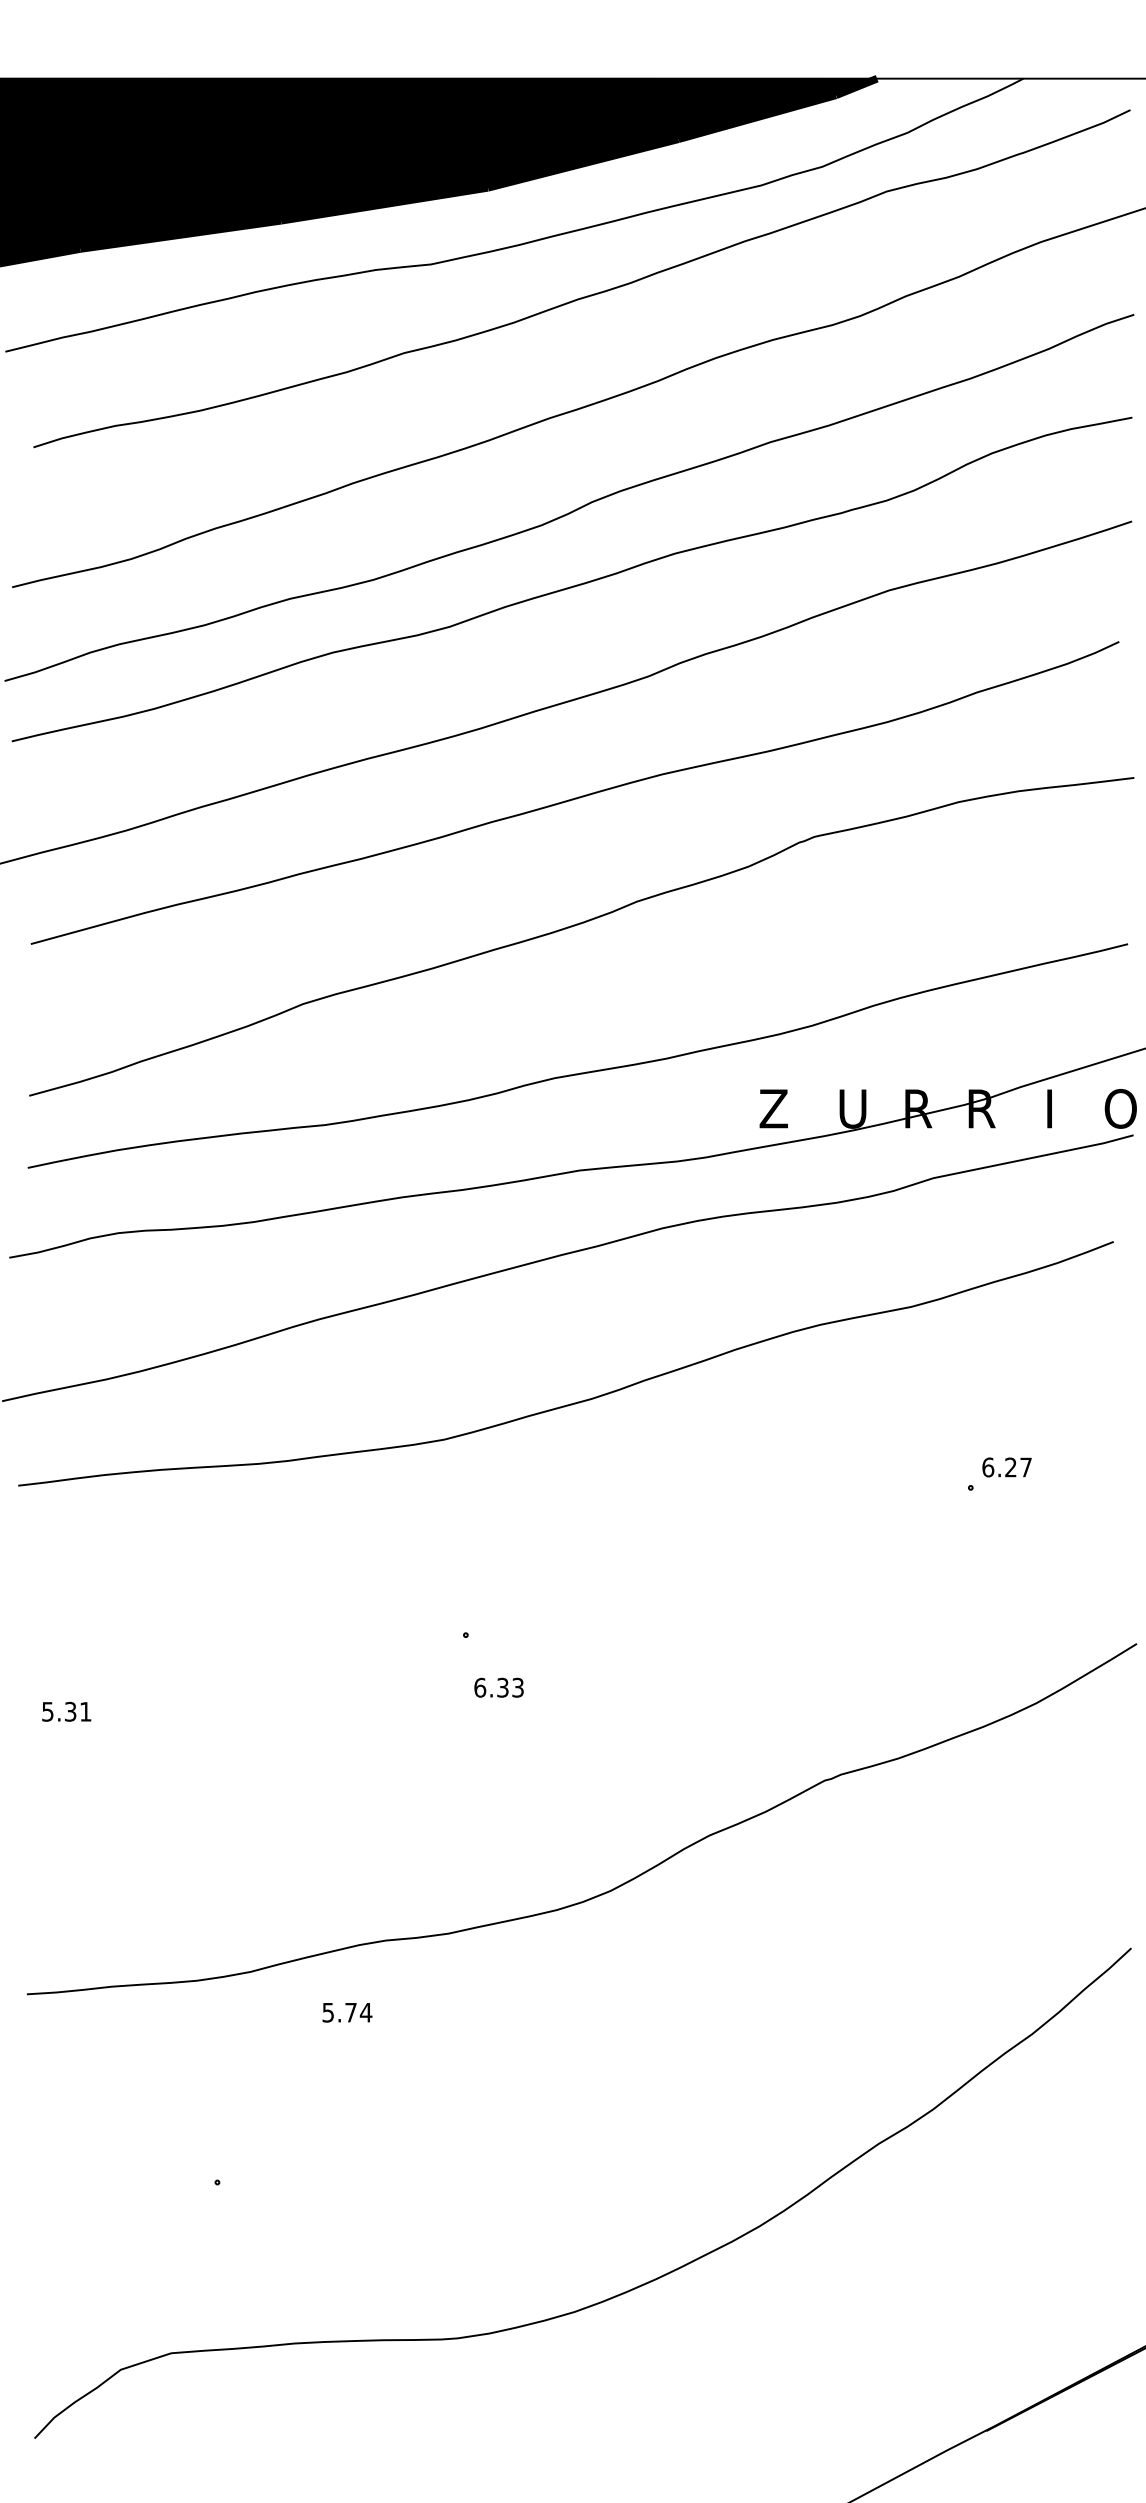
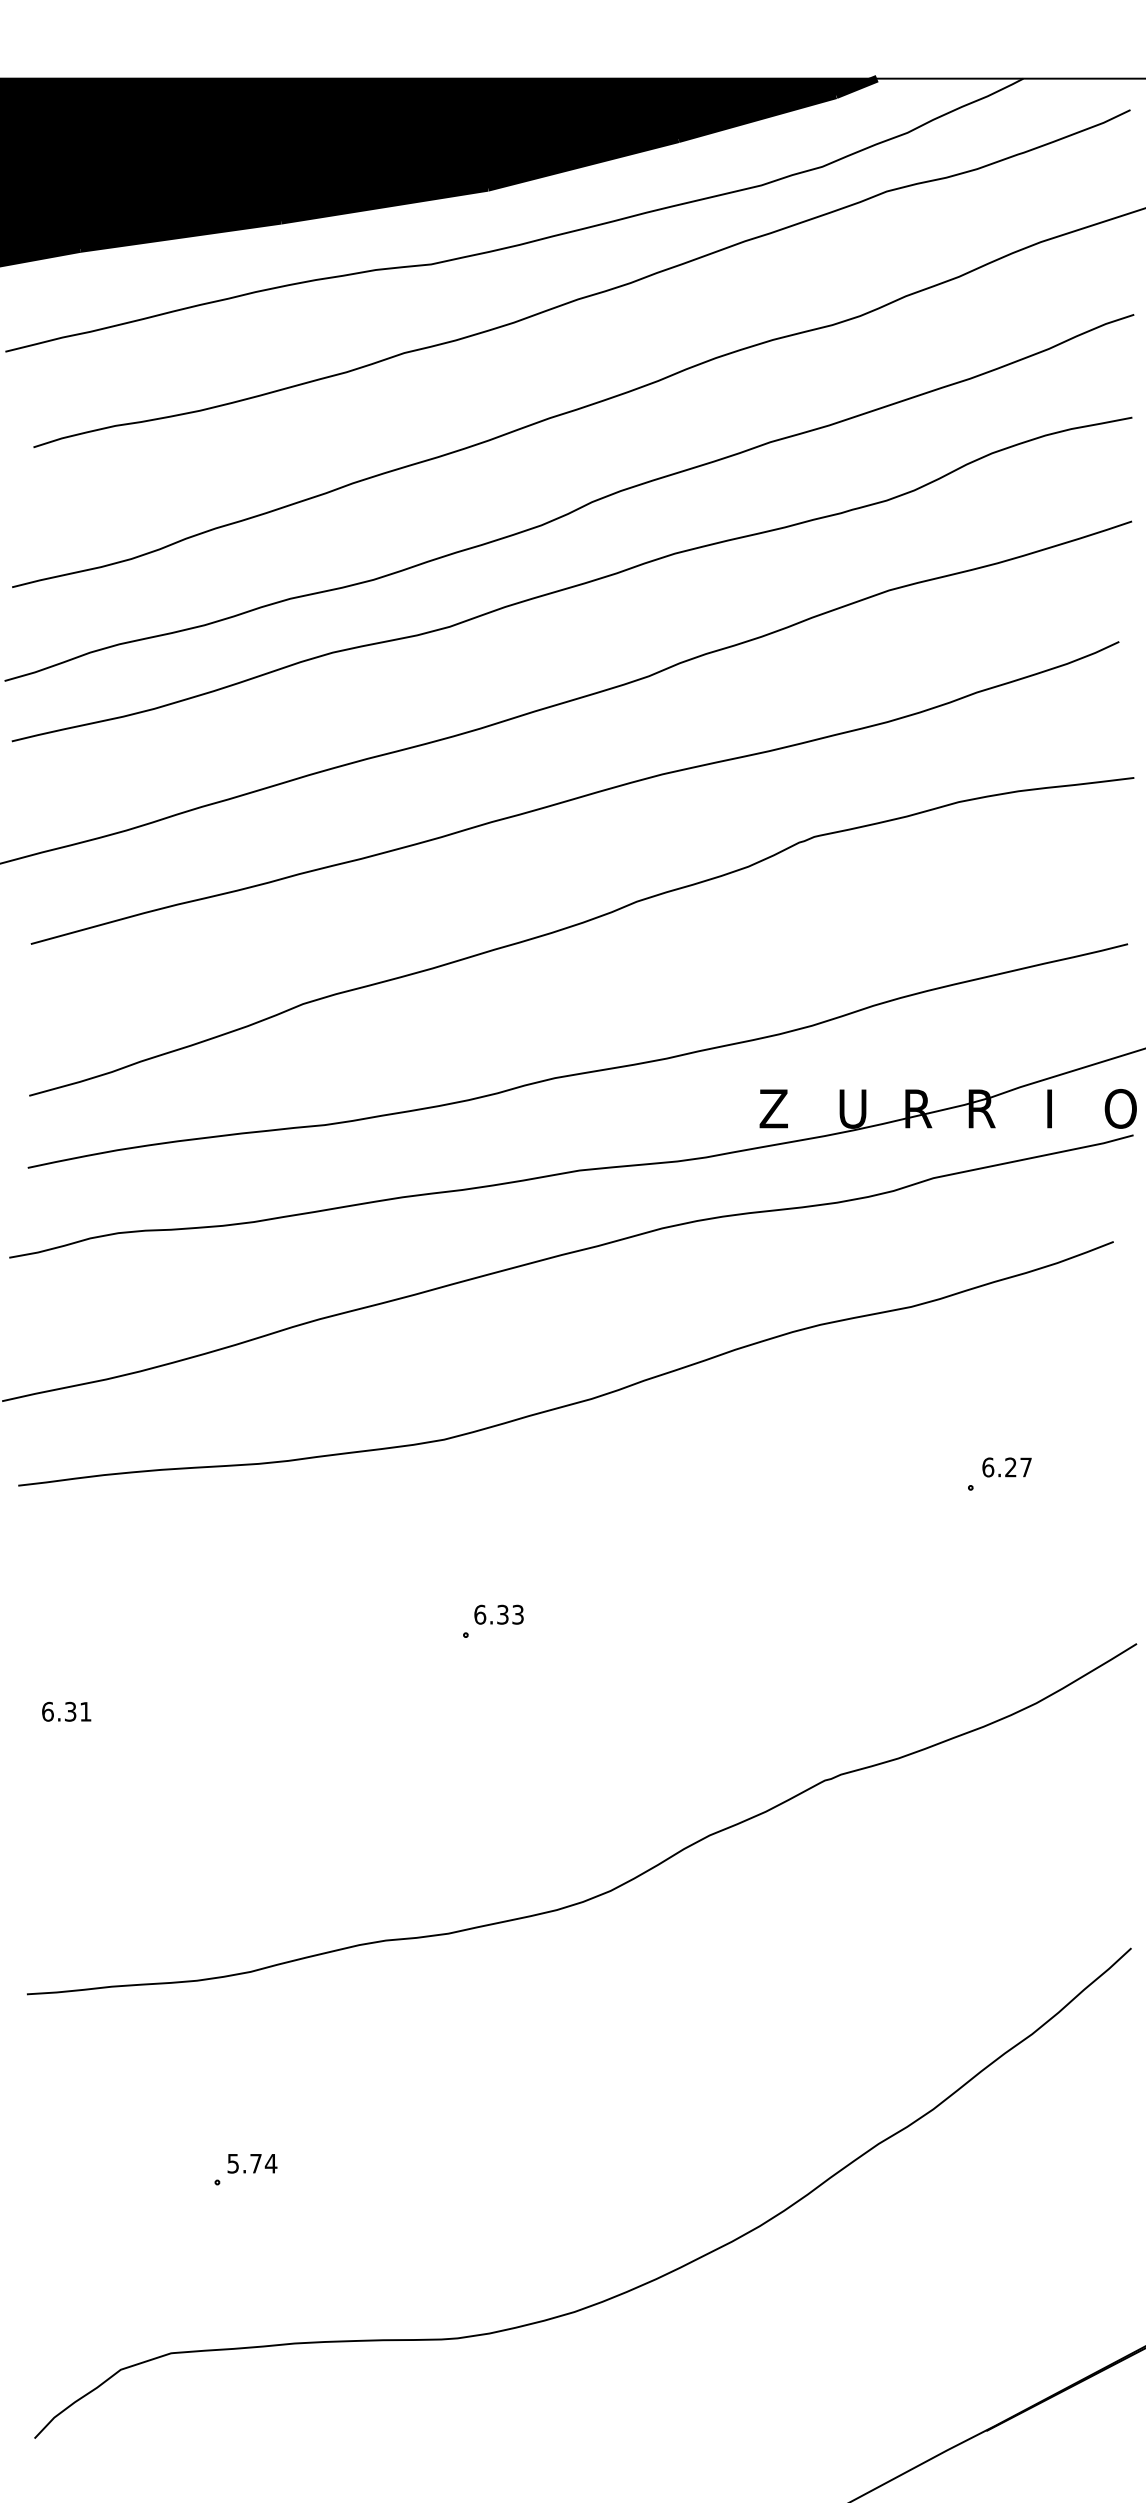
text at (498, 1687) position: (498, 1687) -> (498, 1614)
text at (47, 1711): 5.31 -> 6.31
text at (347, 2012) position: (347, 2012) -> (252, 2163)
